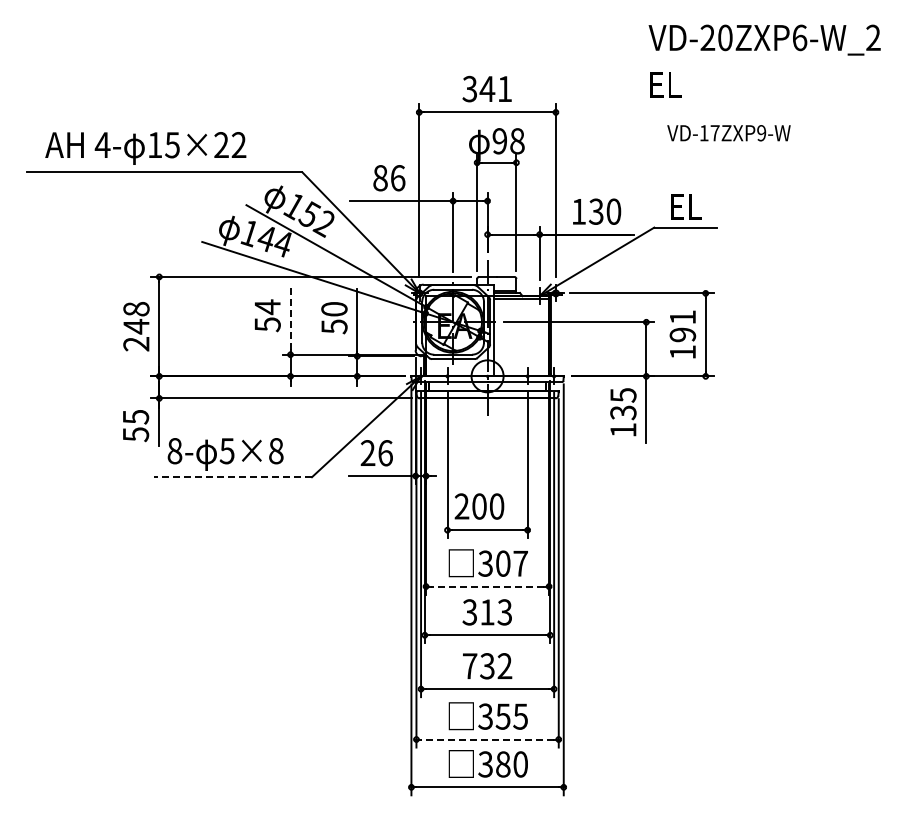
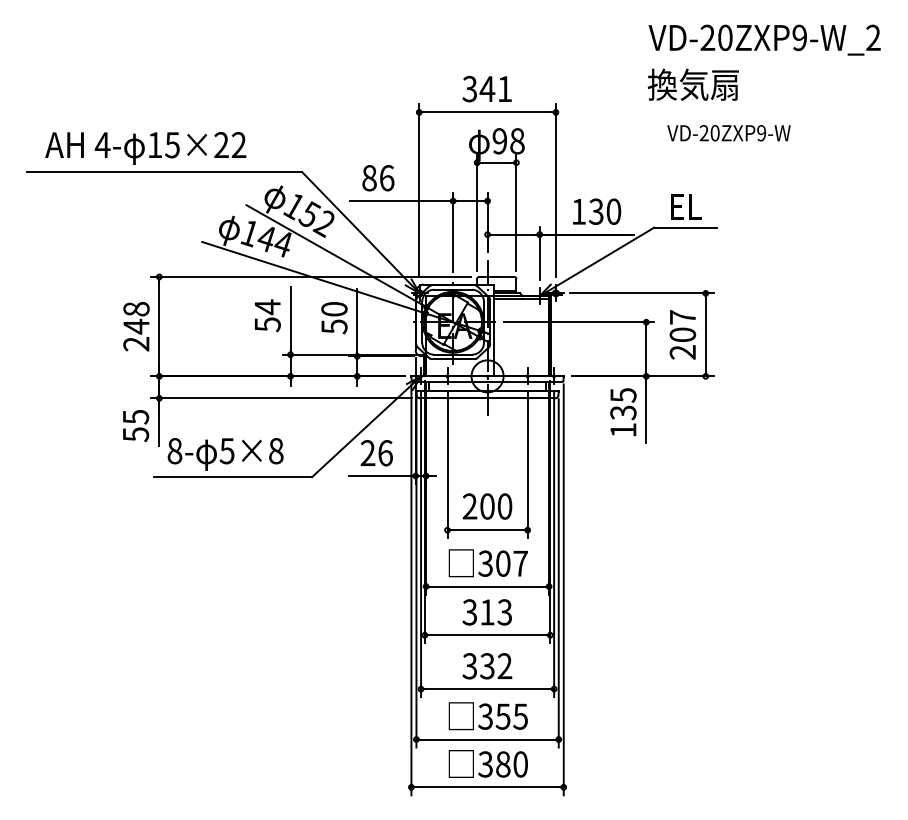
text at (799, 37): VD-20ZXP6-W_2 -> VD-20ZXP9-W_2
text at (692, 84): EL -> 換気扇
text at (709, 133): VD-17ZXP9-W -> VD-20ZXP9-W
text at (389, 178) position: (389, 178) -> (378, 178)
line at (290, 318): dashed -> solid
text at (682, 334): 191 -> 207
line at (233, 477): dashed -> solid
text at (479, 506) position: (479, 506) -> (487, 506)
line at (487, 586): dashed -> solid
text at (469, 666): 732 -> 332
line at (487, 739): dashed -> solid
